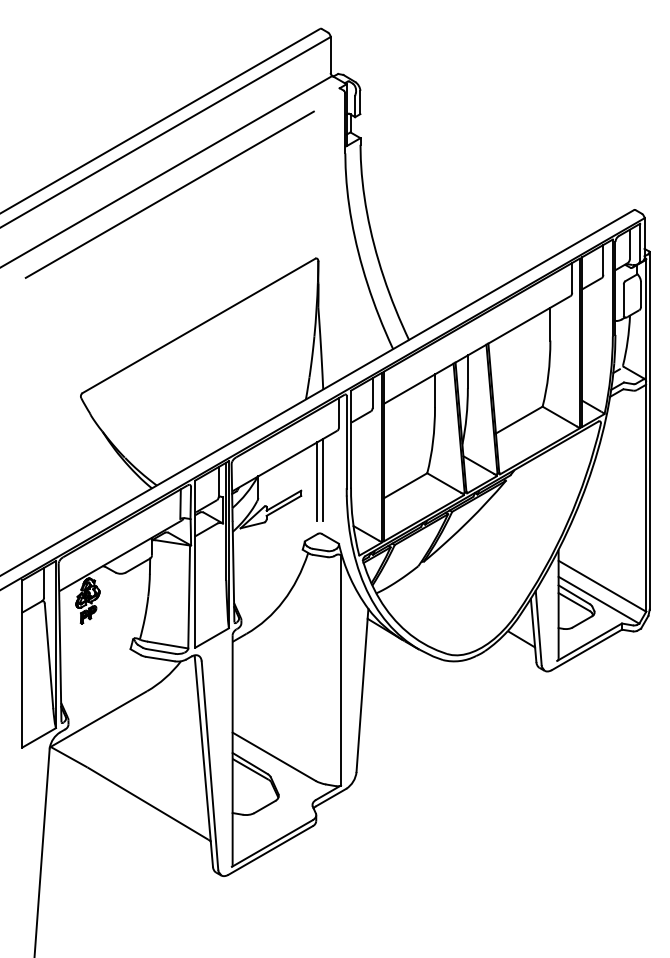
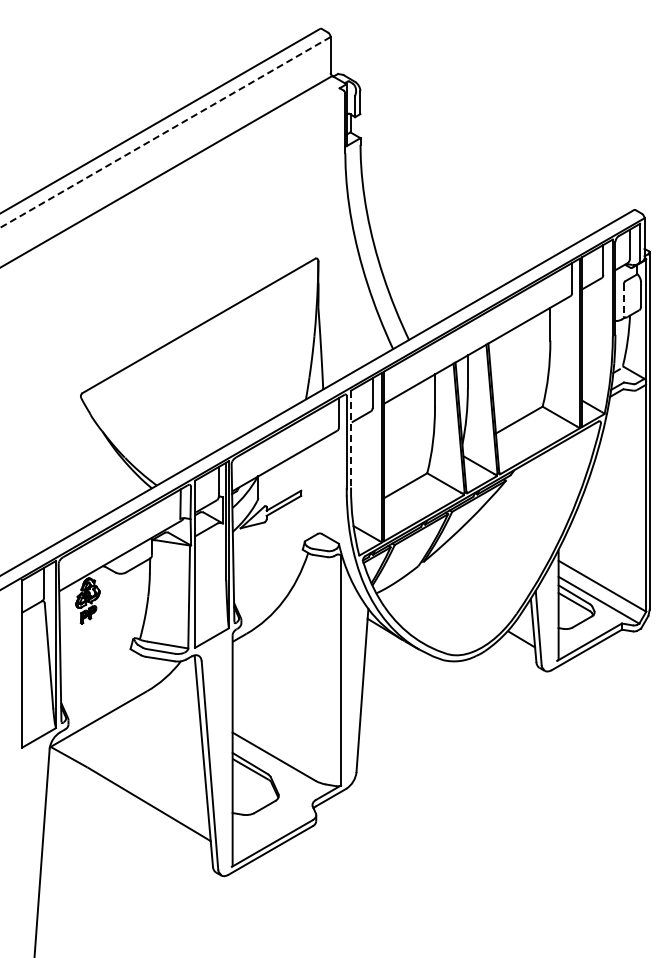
line at (165, 132): solid -> dashed
line at (169, 194): present -> none
line at (623, 300): solid -> dashed
line at (351, 439): solid -> dashed
line at (322, 479): present -> none
line at (317, 481): present -> none
